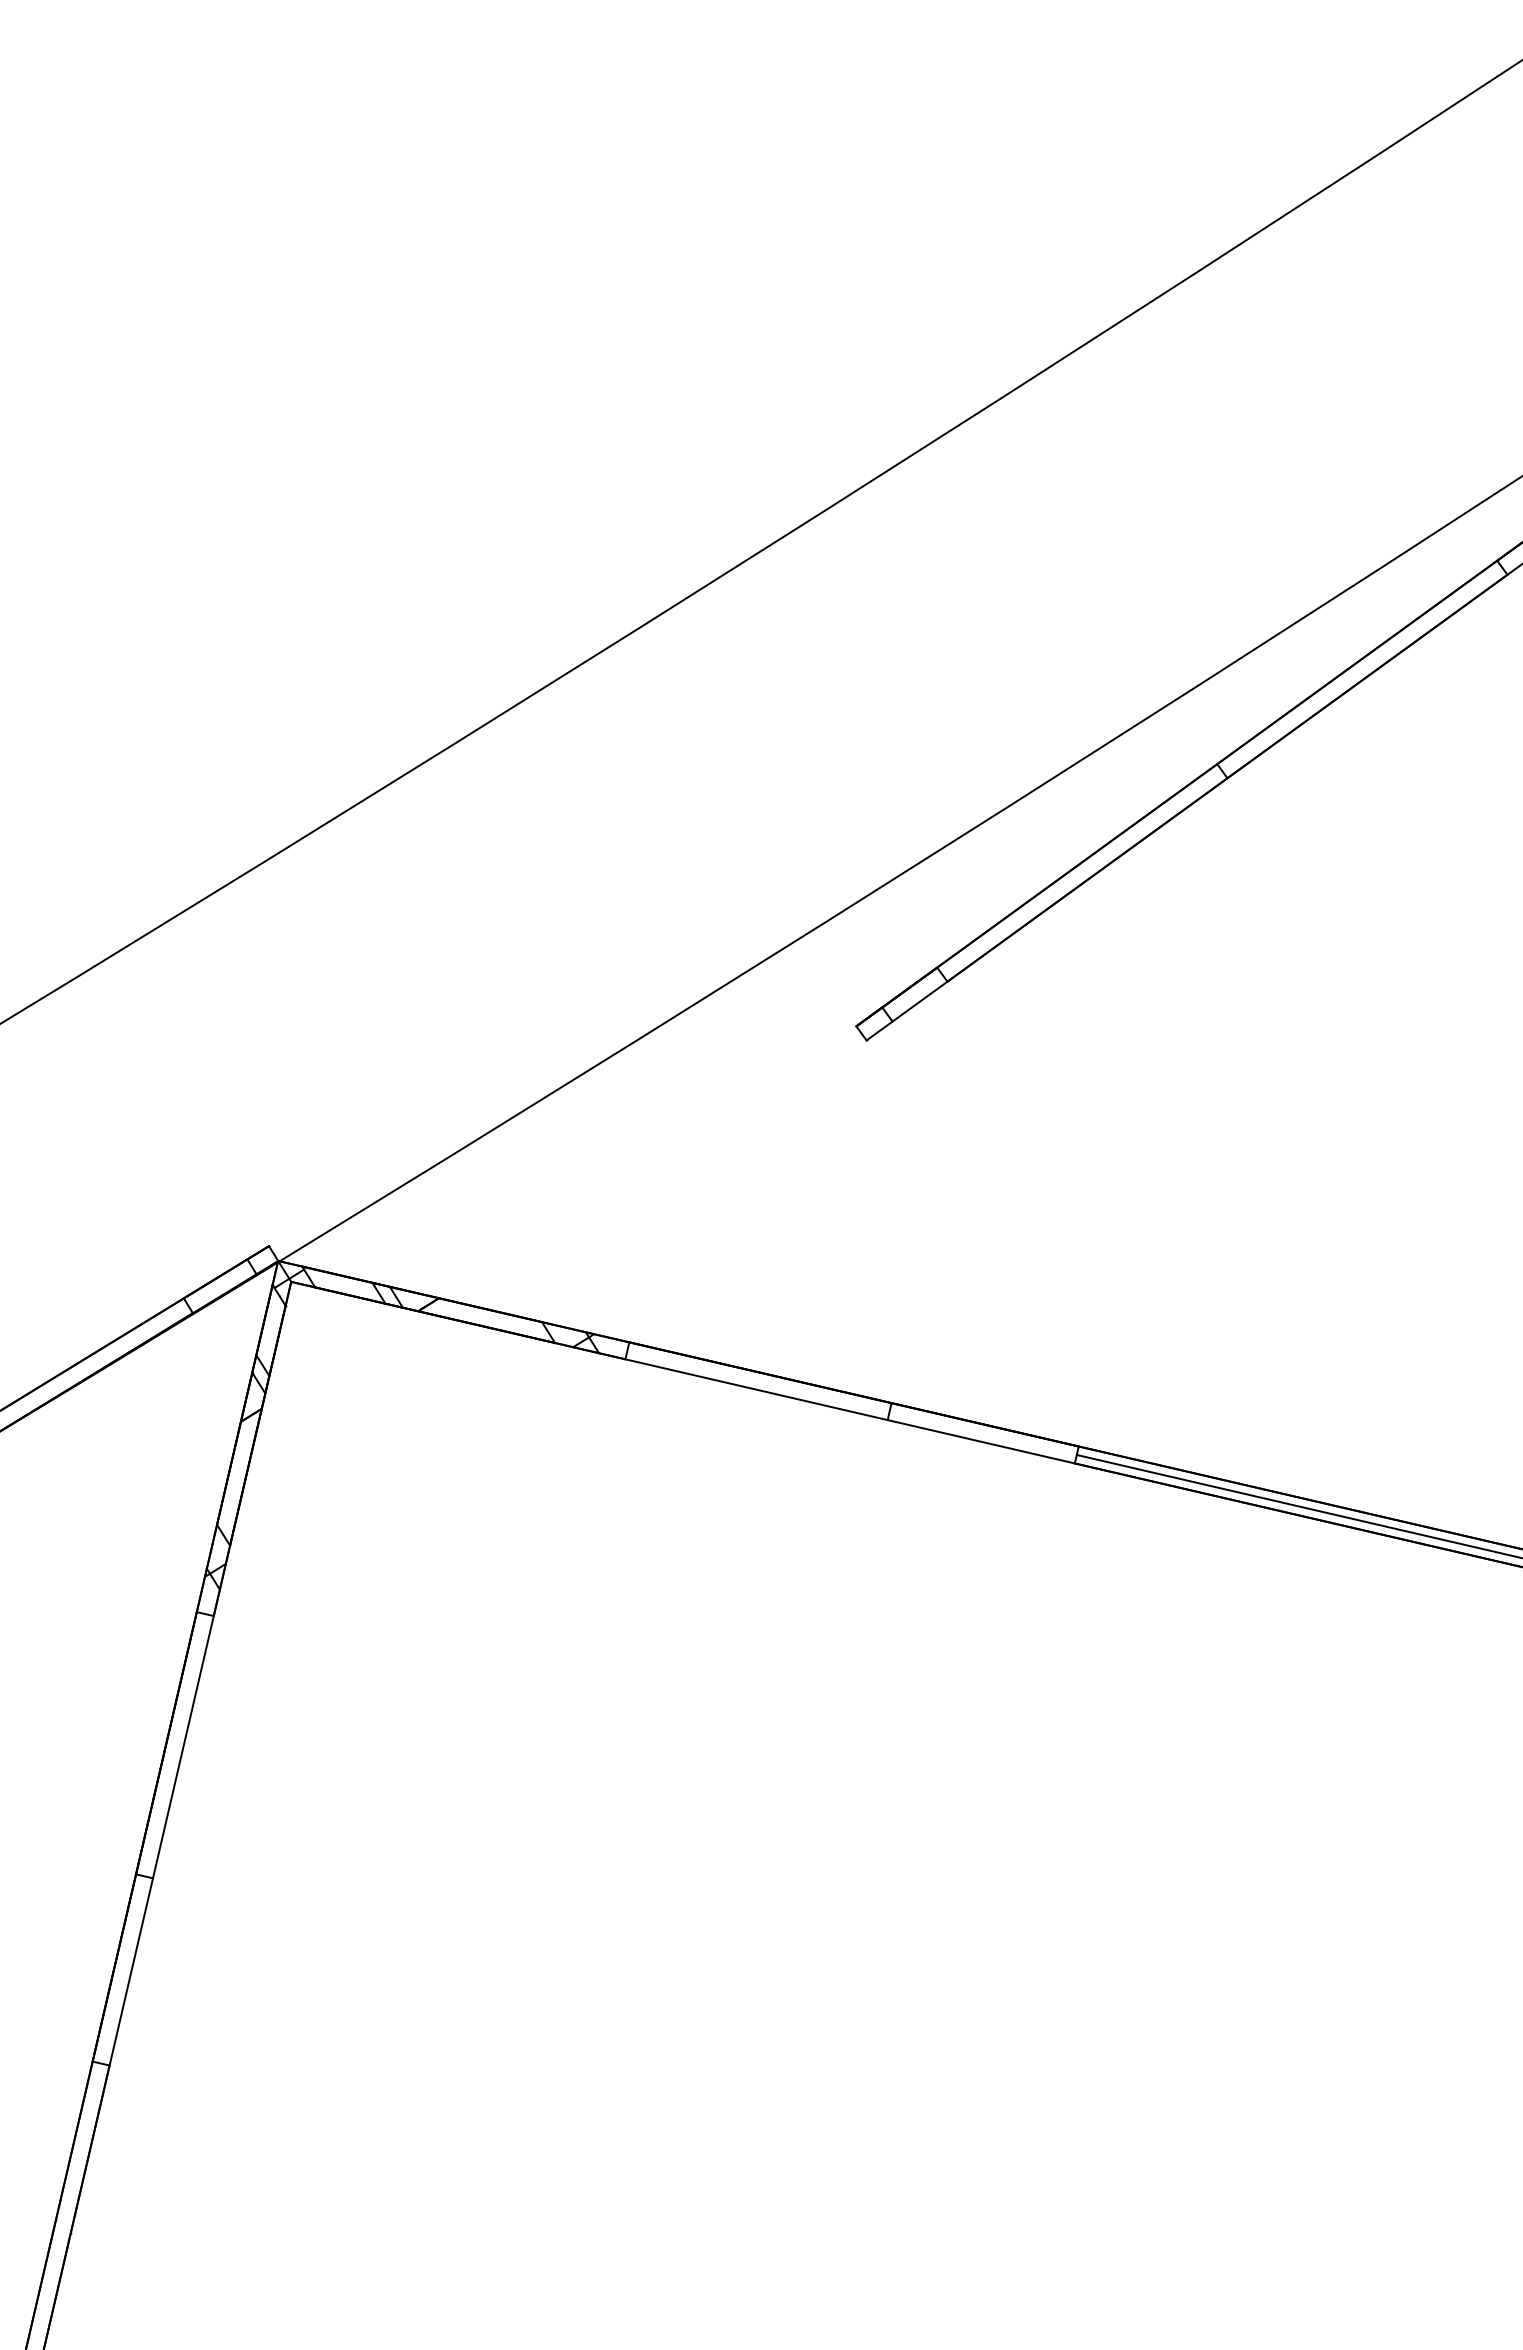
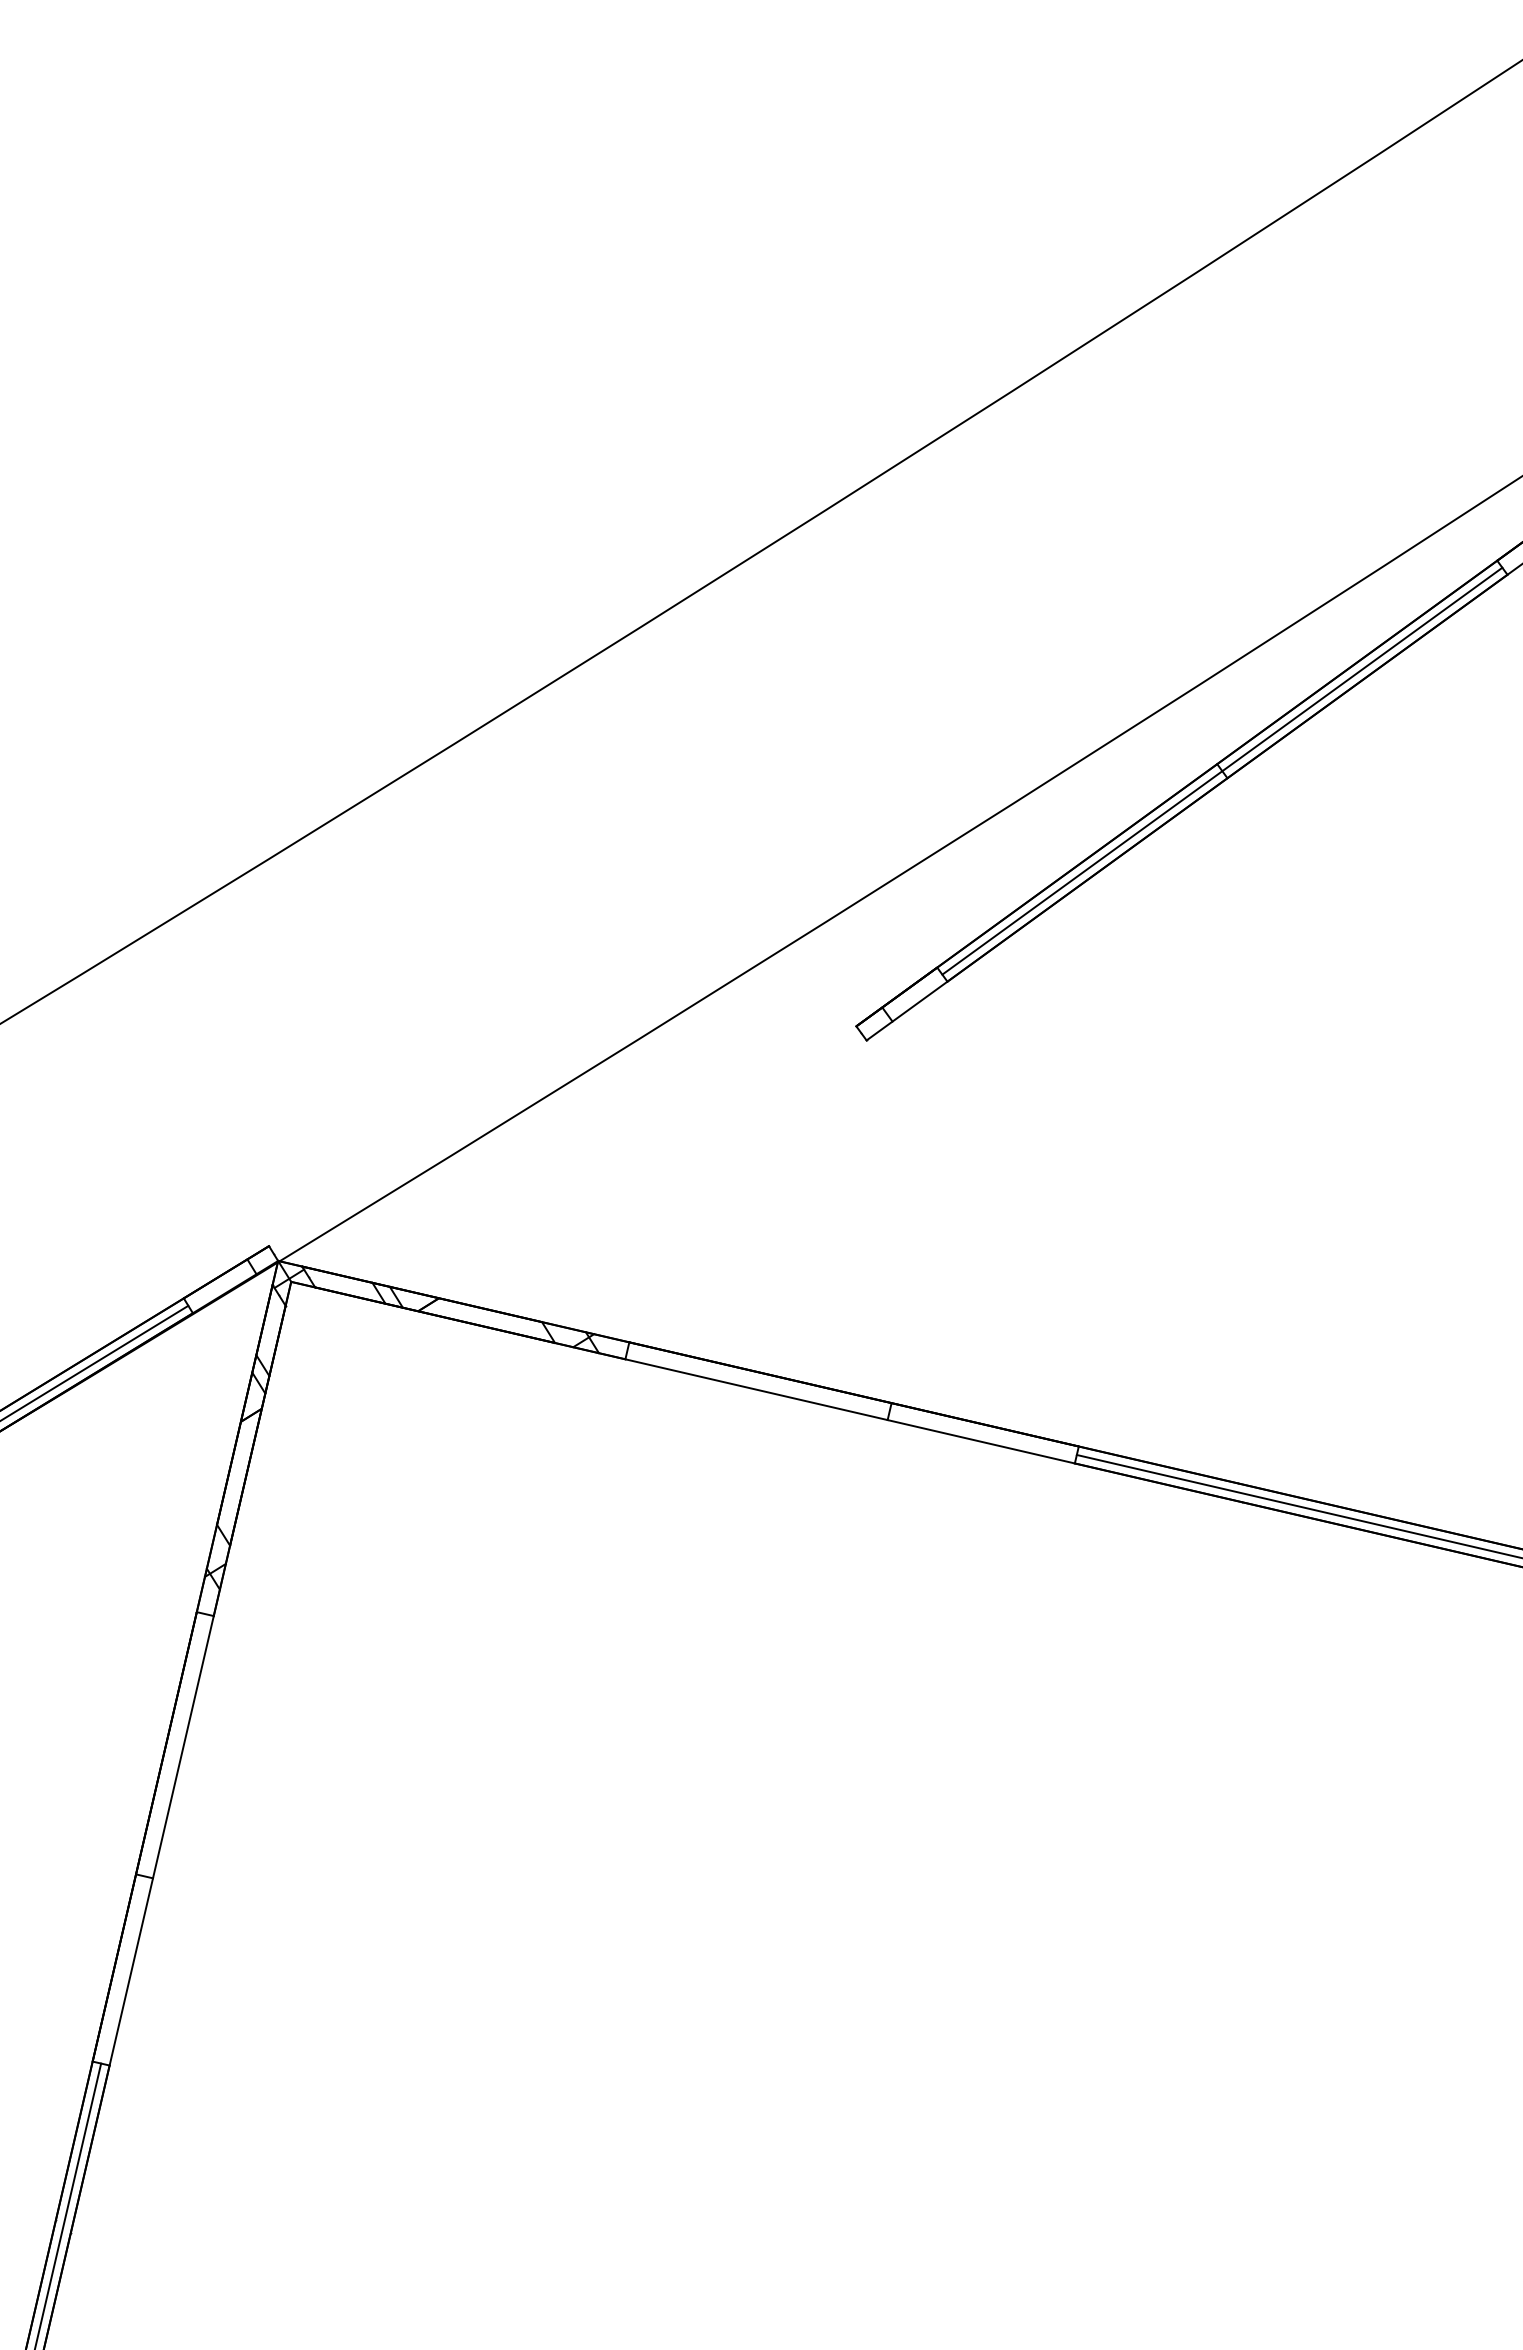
line at (1222, 770): none -> present
line at (95, 1362): none -> present
line at (68, 2204): none -> present
